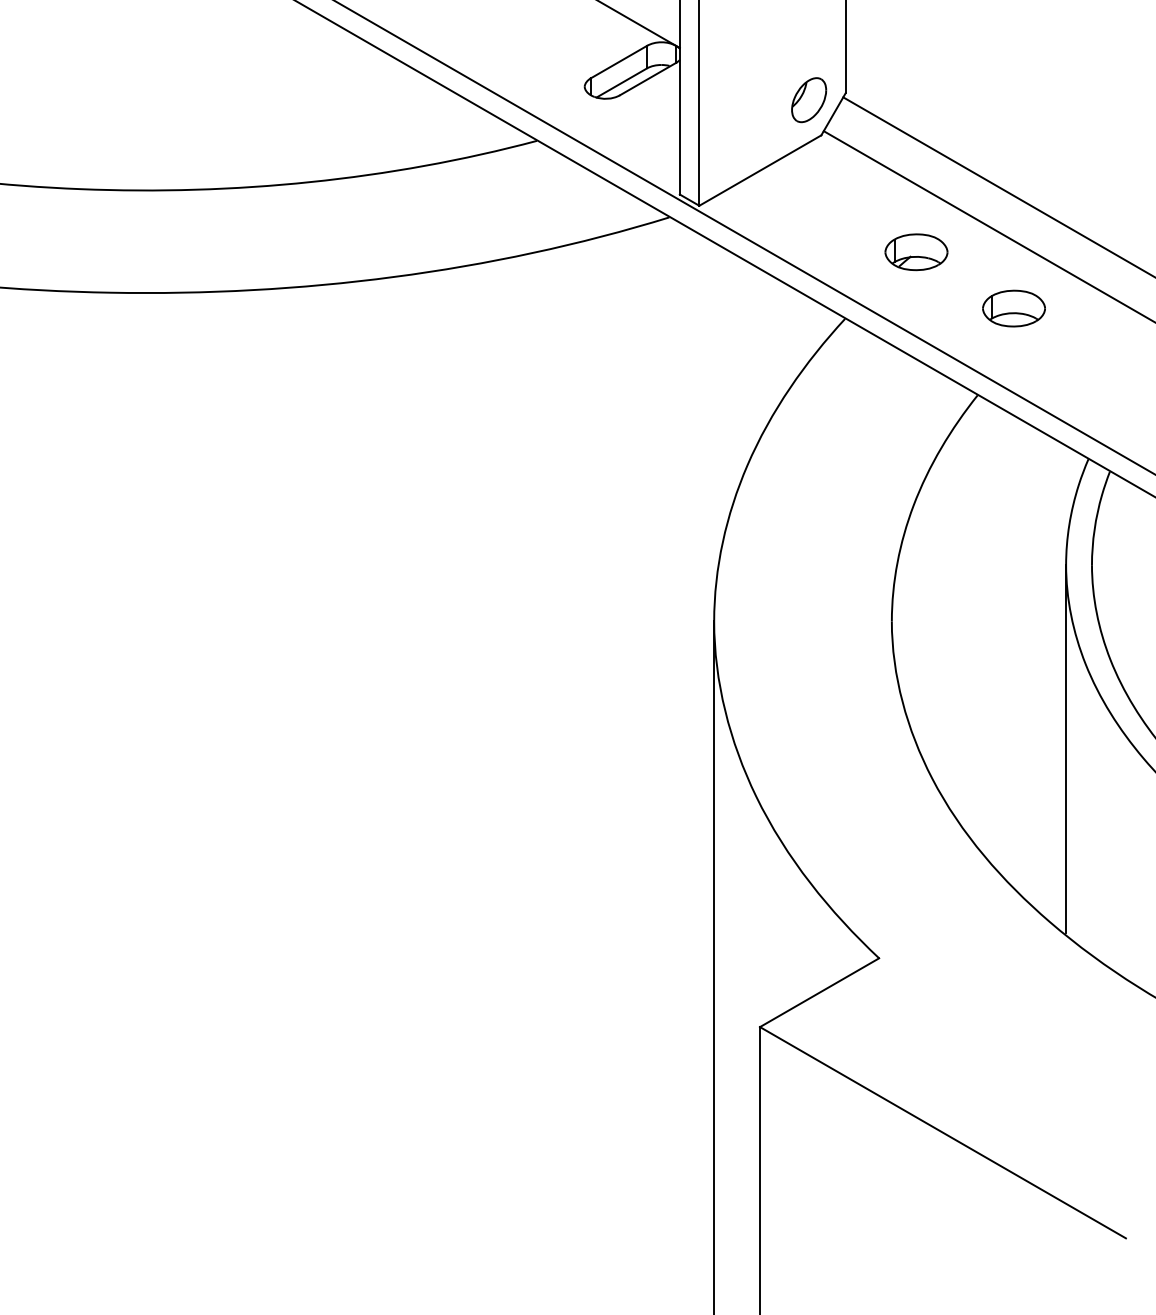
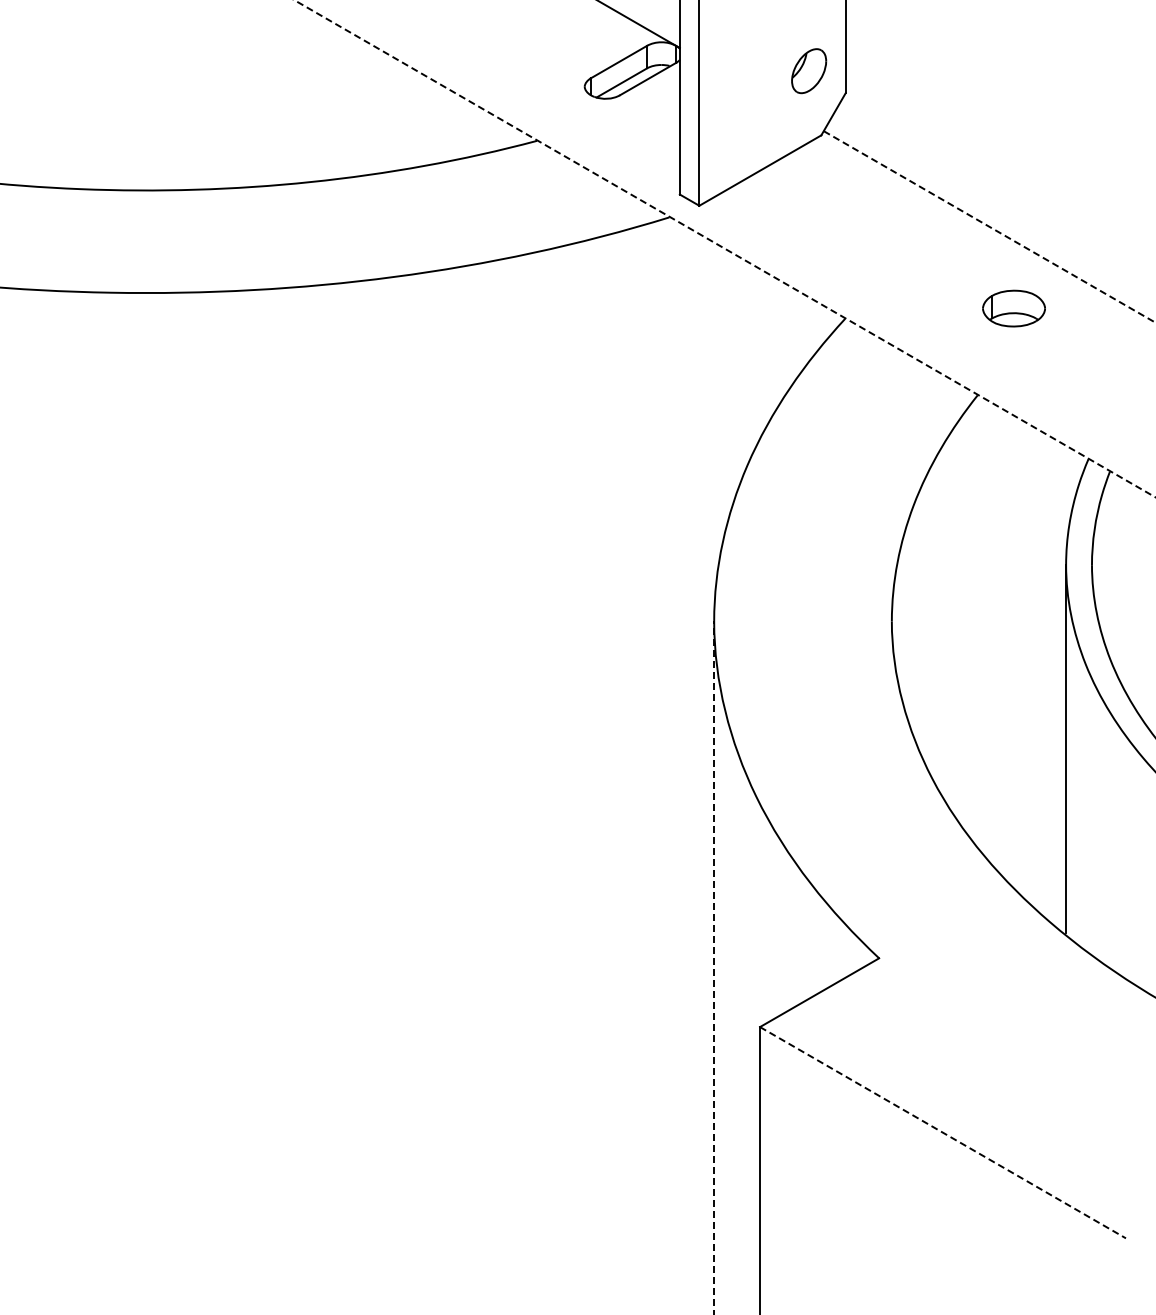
part at (809, 100) position: (809, 100) -> (809, 71)
line at (997, 186): present -> none
line at (990, 227): solid -> dashed
line at (744, 237): present -> none
line at (725, 248): solid -> dashed
part at (916, 252): present -> none
line at (714, 967): solid -> dashed
line at (943, 1132): solid -> dashed
